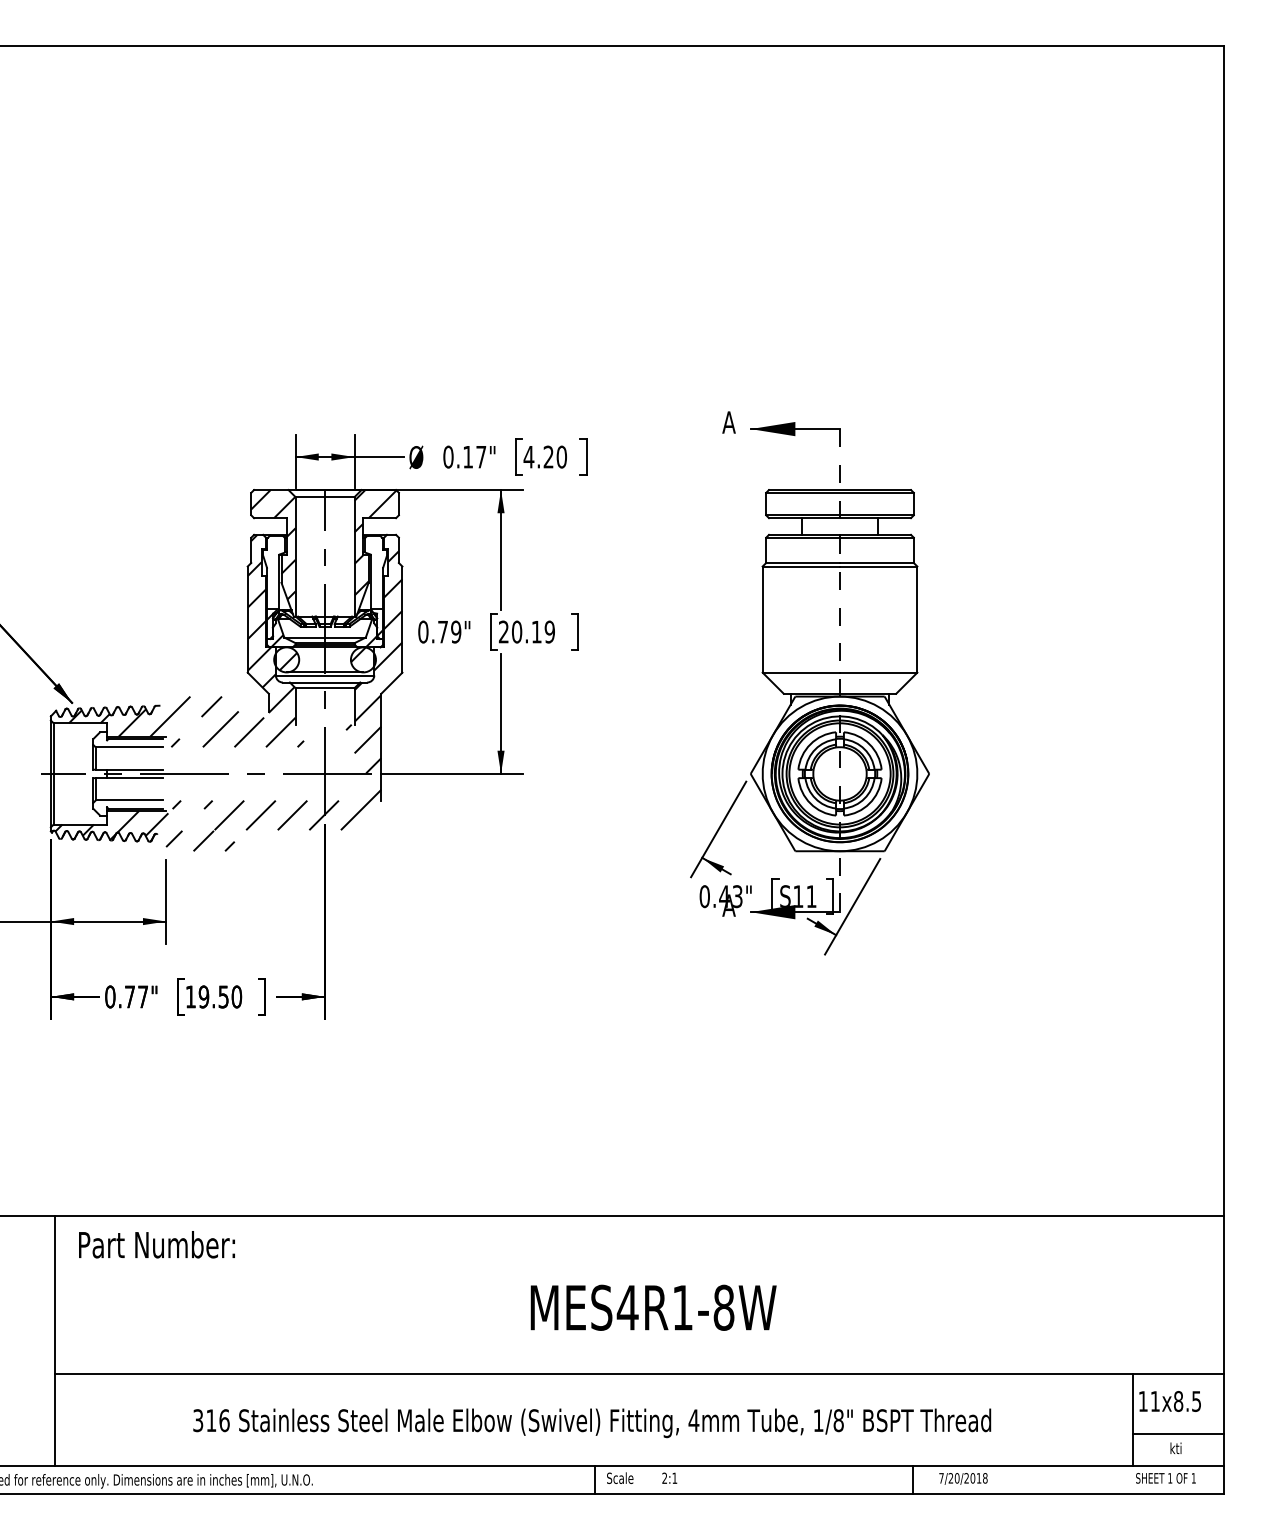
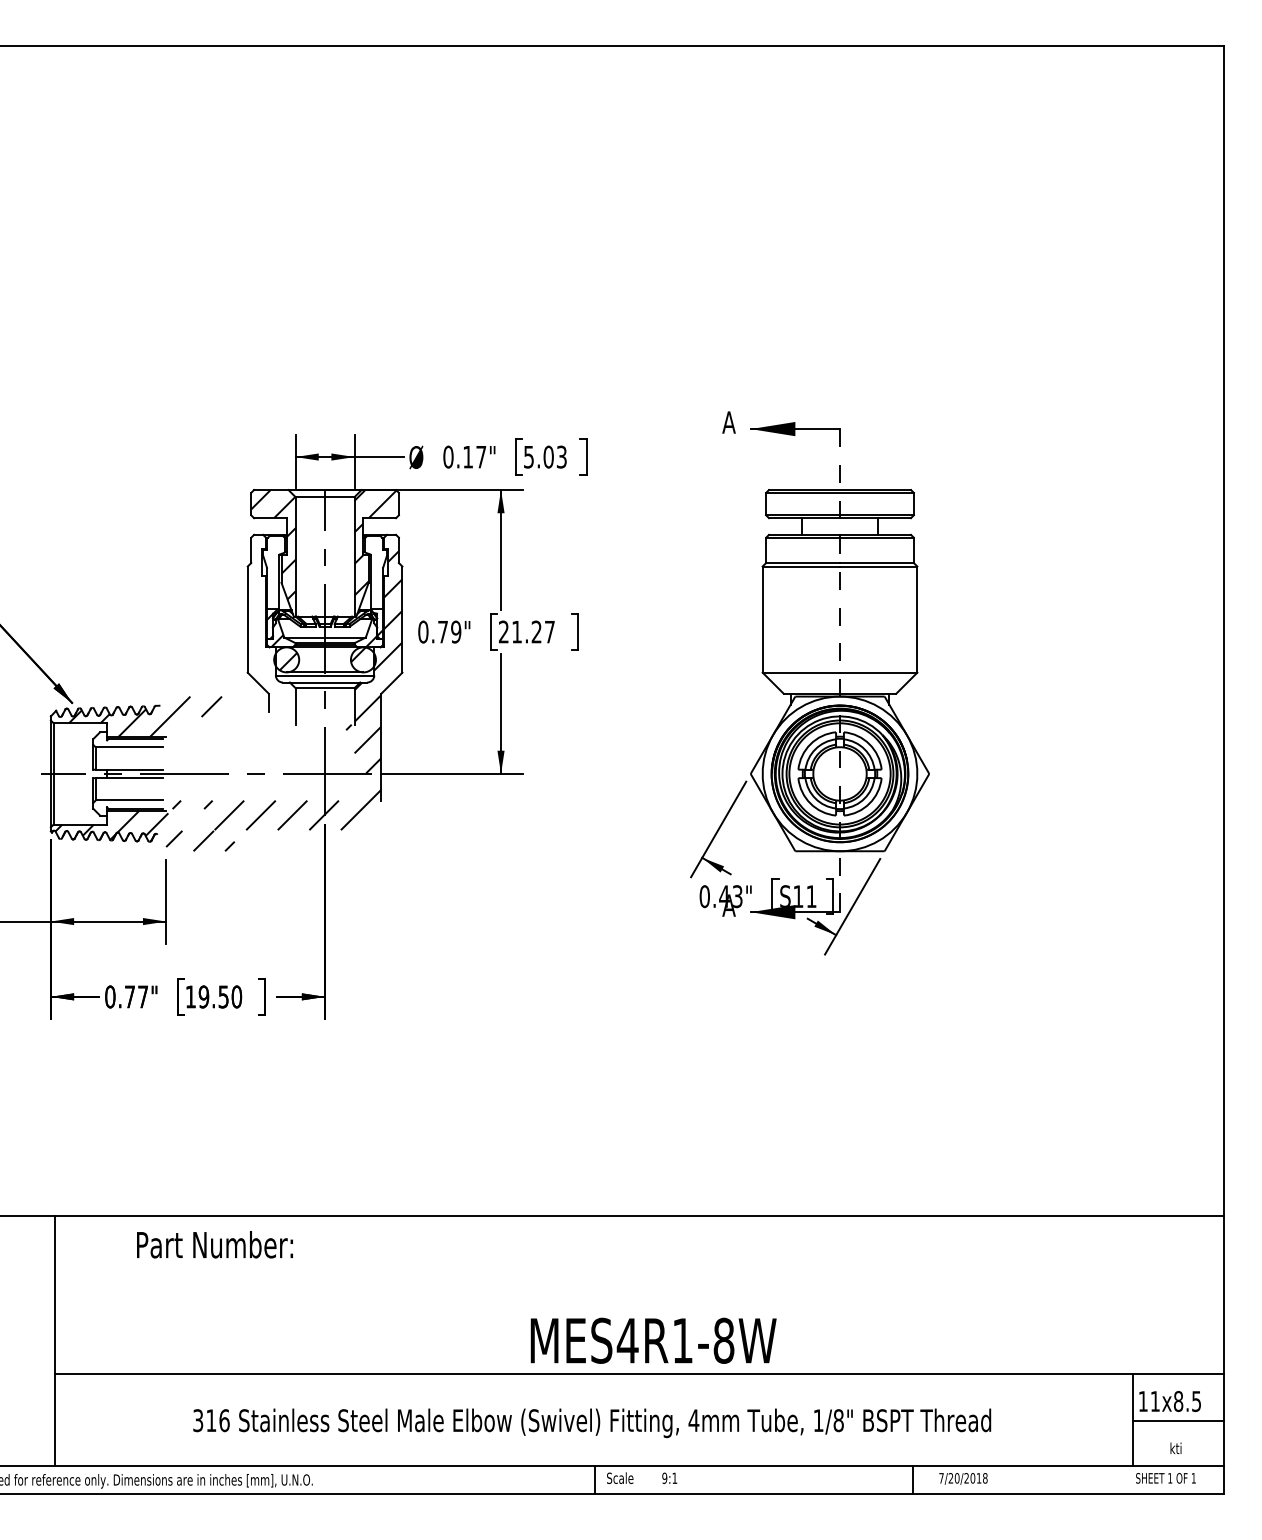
text at (544, 456): 4.20 -> 5.03
text at (533, 631): 20.19 -> 21.27
hatch at (237, 640): present -> none
text at (156, 1244) position: (156, 1244) -> (214, 1244)
text at (653, 1307) position: (653, 1307) -> (653, 1340)
line at (1178, 1434) position: (1178, 1434) -> (1178, 1421)
text at (664, 1477): 2:1 -> 9:1
